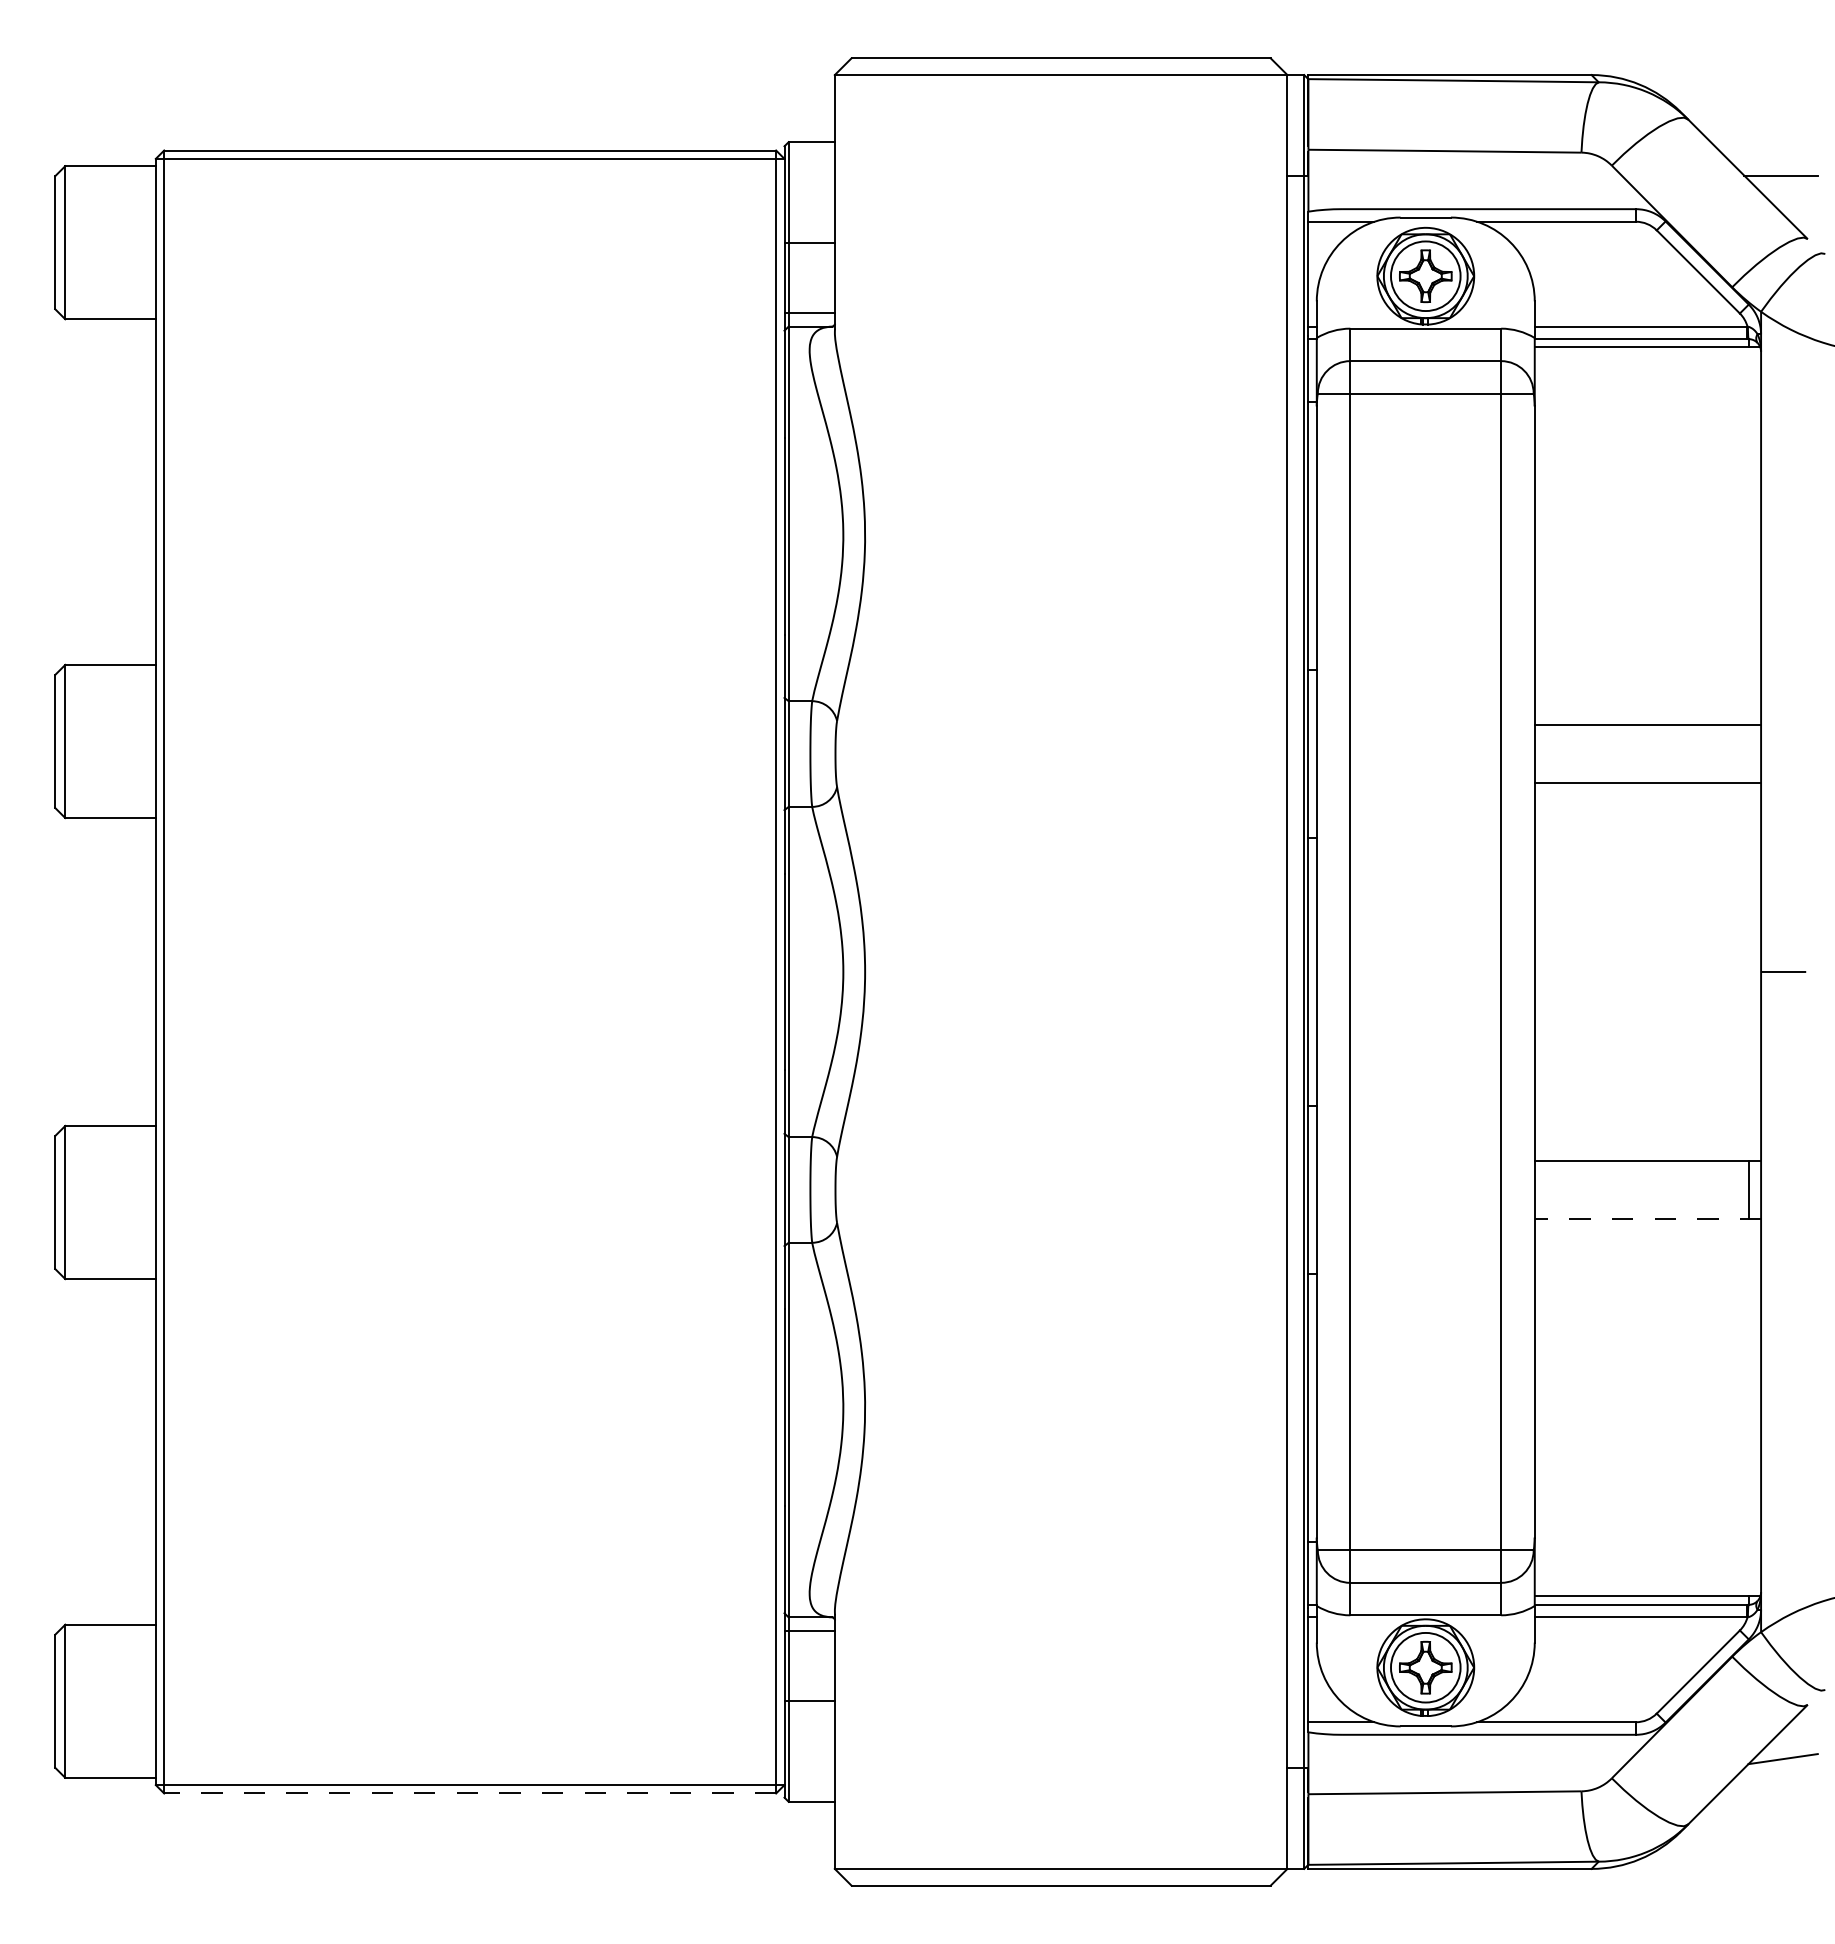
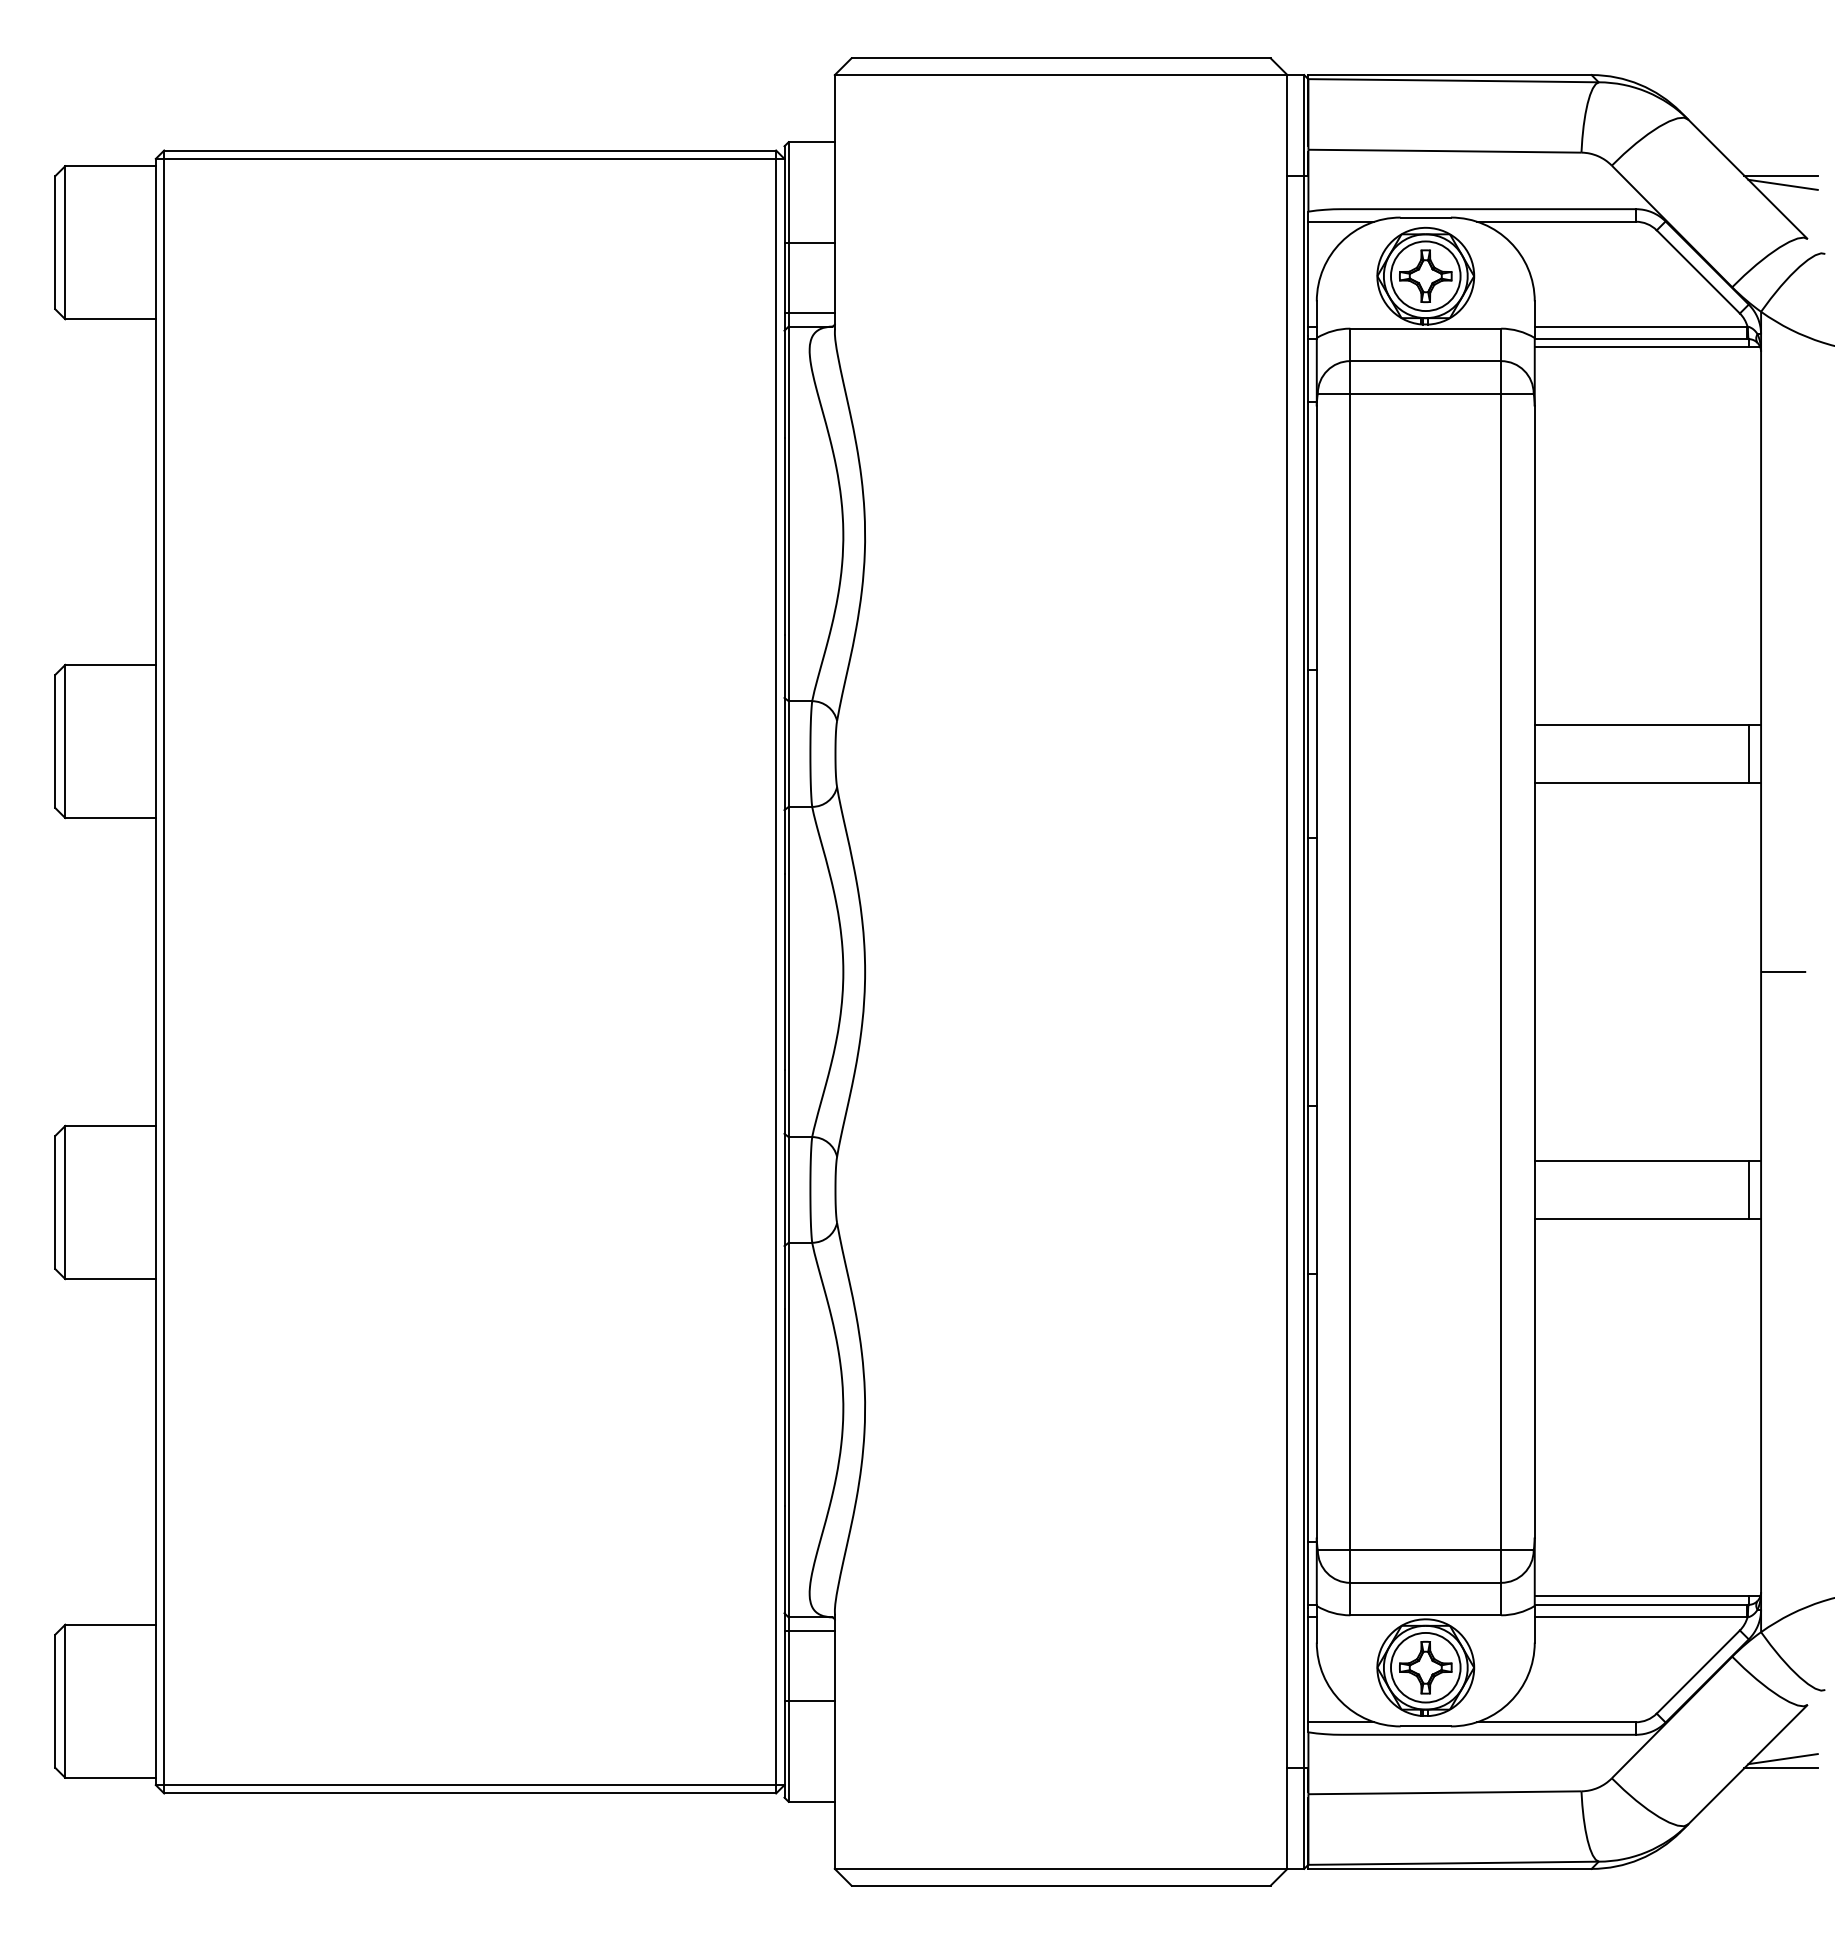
line at (1782, 184): none -> present
line at (1748, 753): none -> present
line at (1647, 1219): dashed -> solid
line at (1780, 1768): none -> present
line at (470, 1793): dashed -> solid
